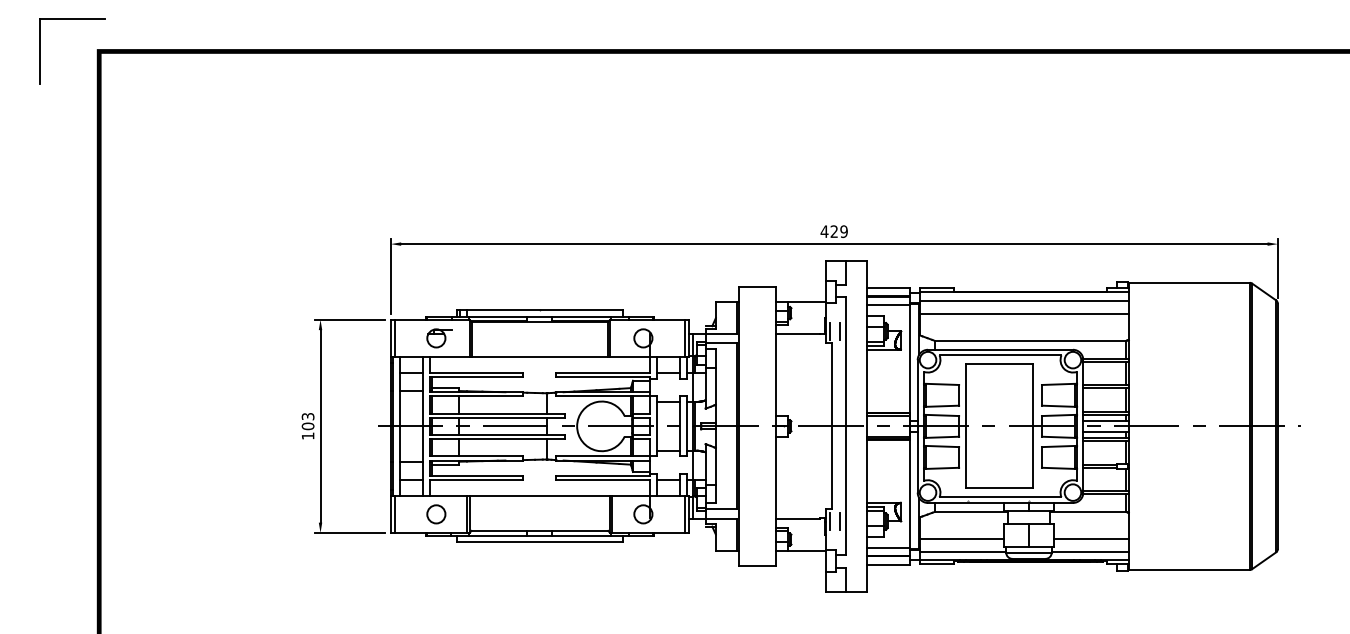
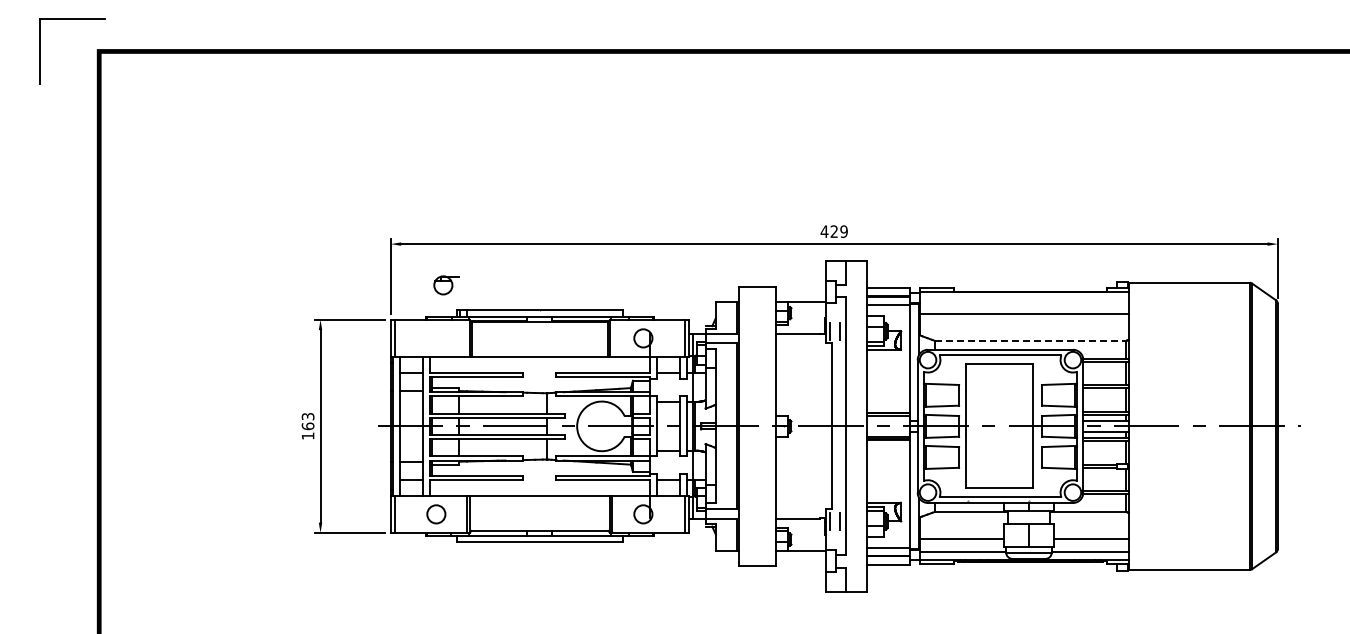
line at (1023, 300): present -> none
part at (439, 338) position: (439, 338) -> (446, 285)
line at (1030, 340): solid -> dashed
text at (307, 425): 103 -> 163
